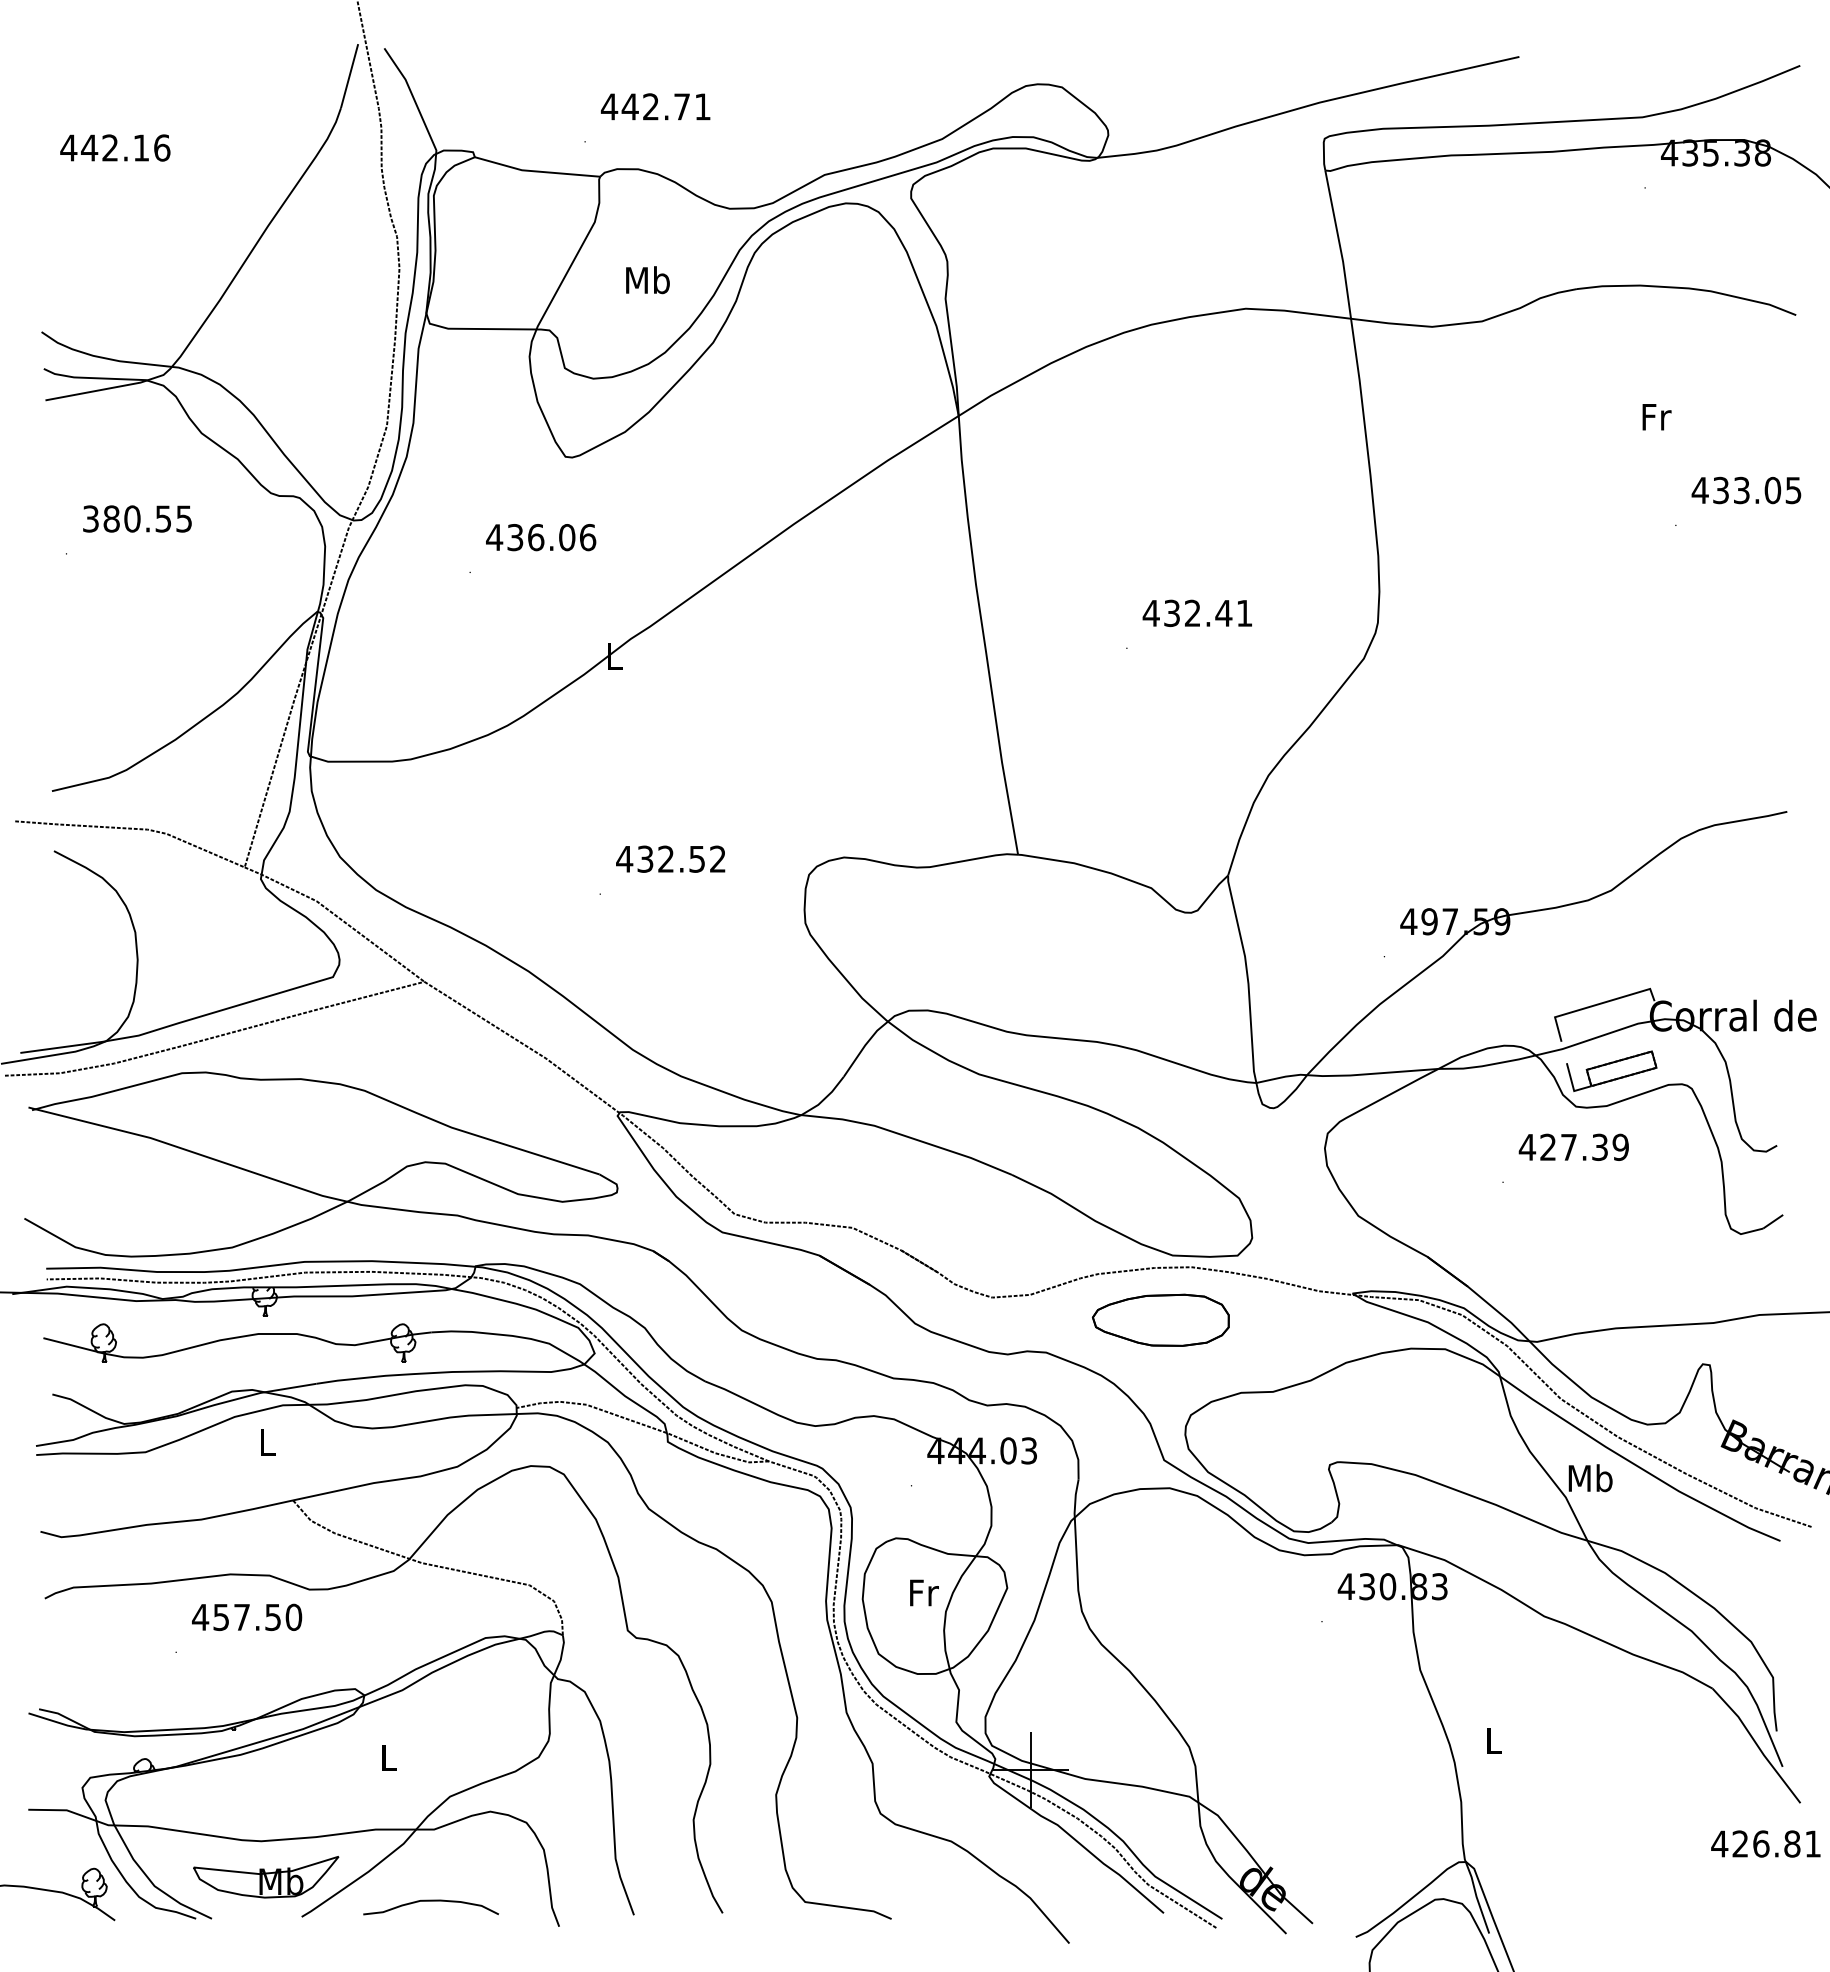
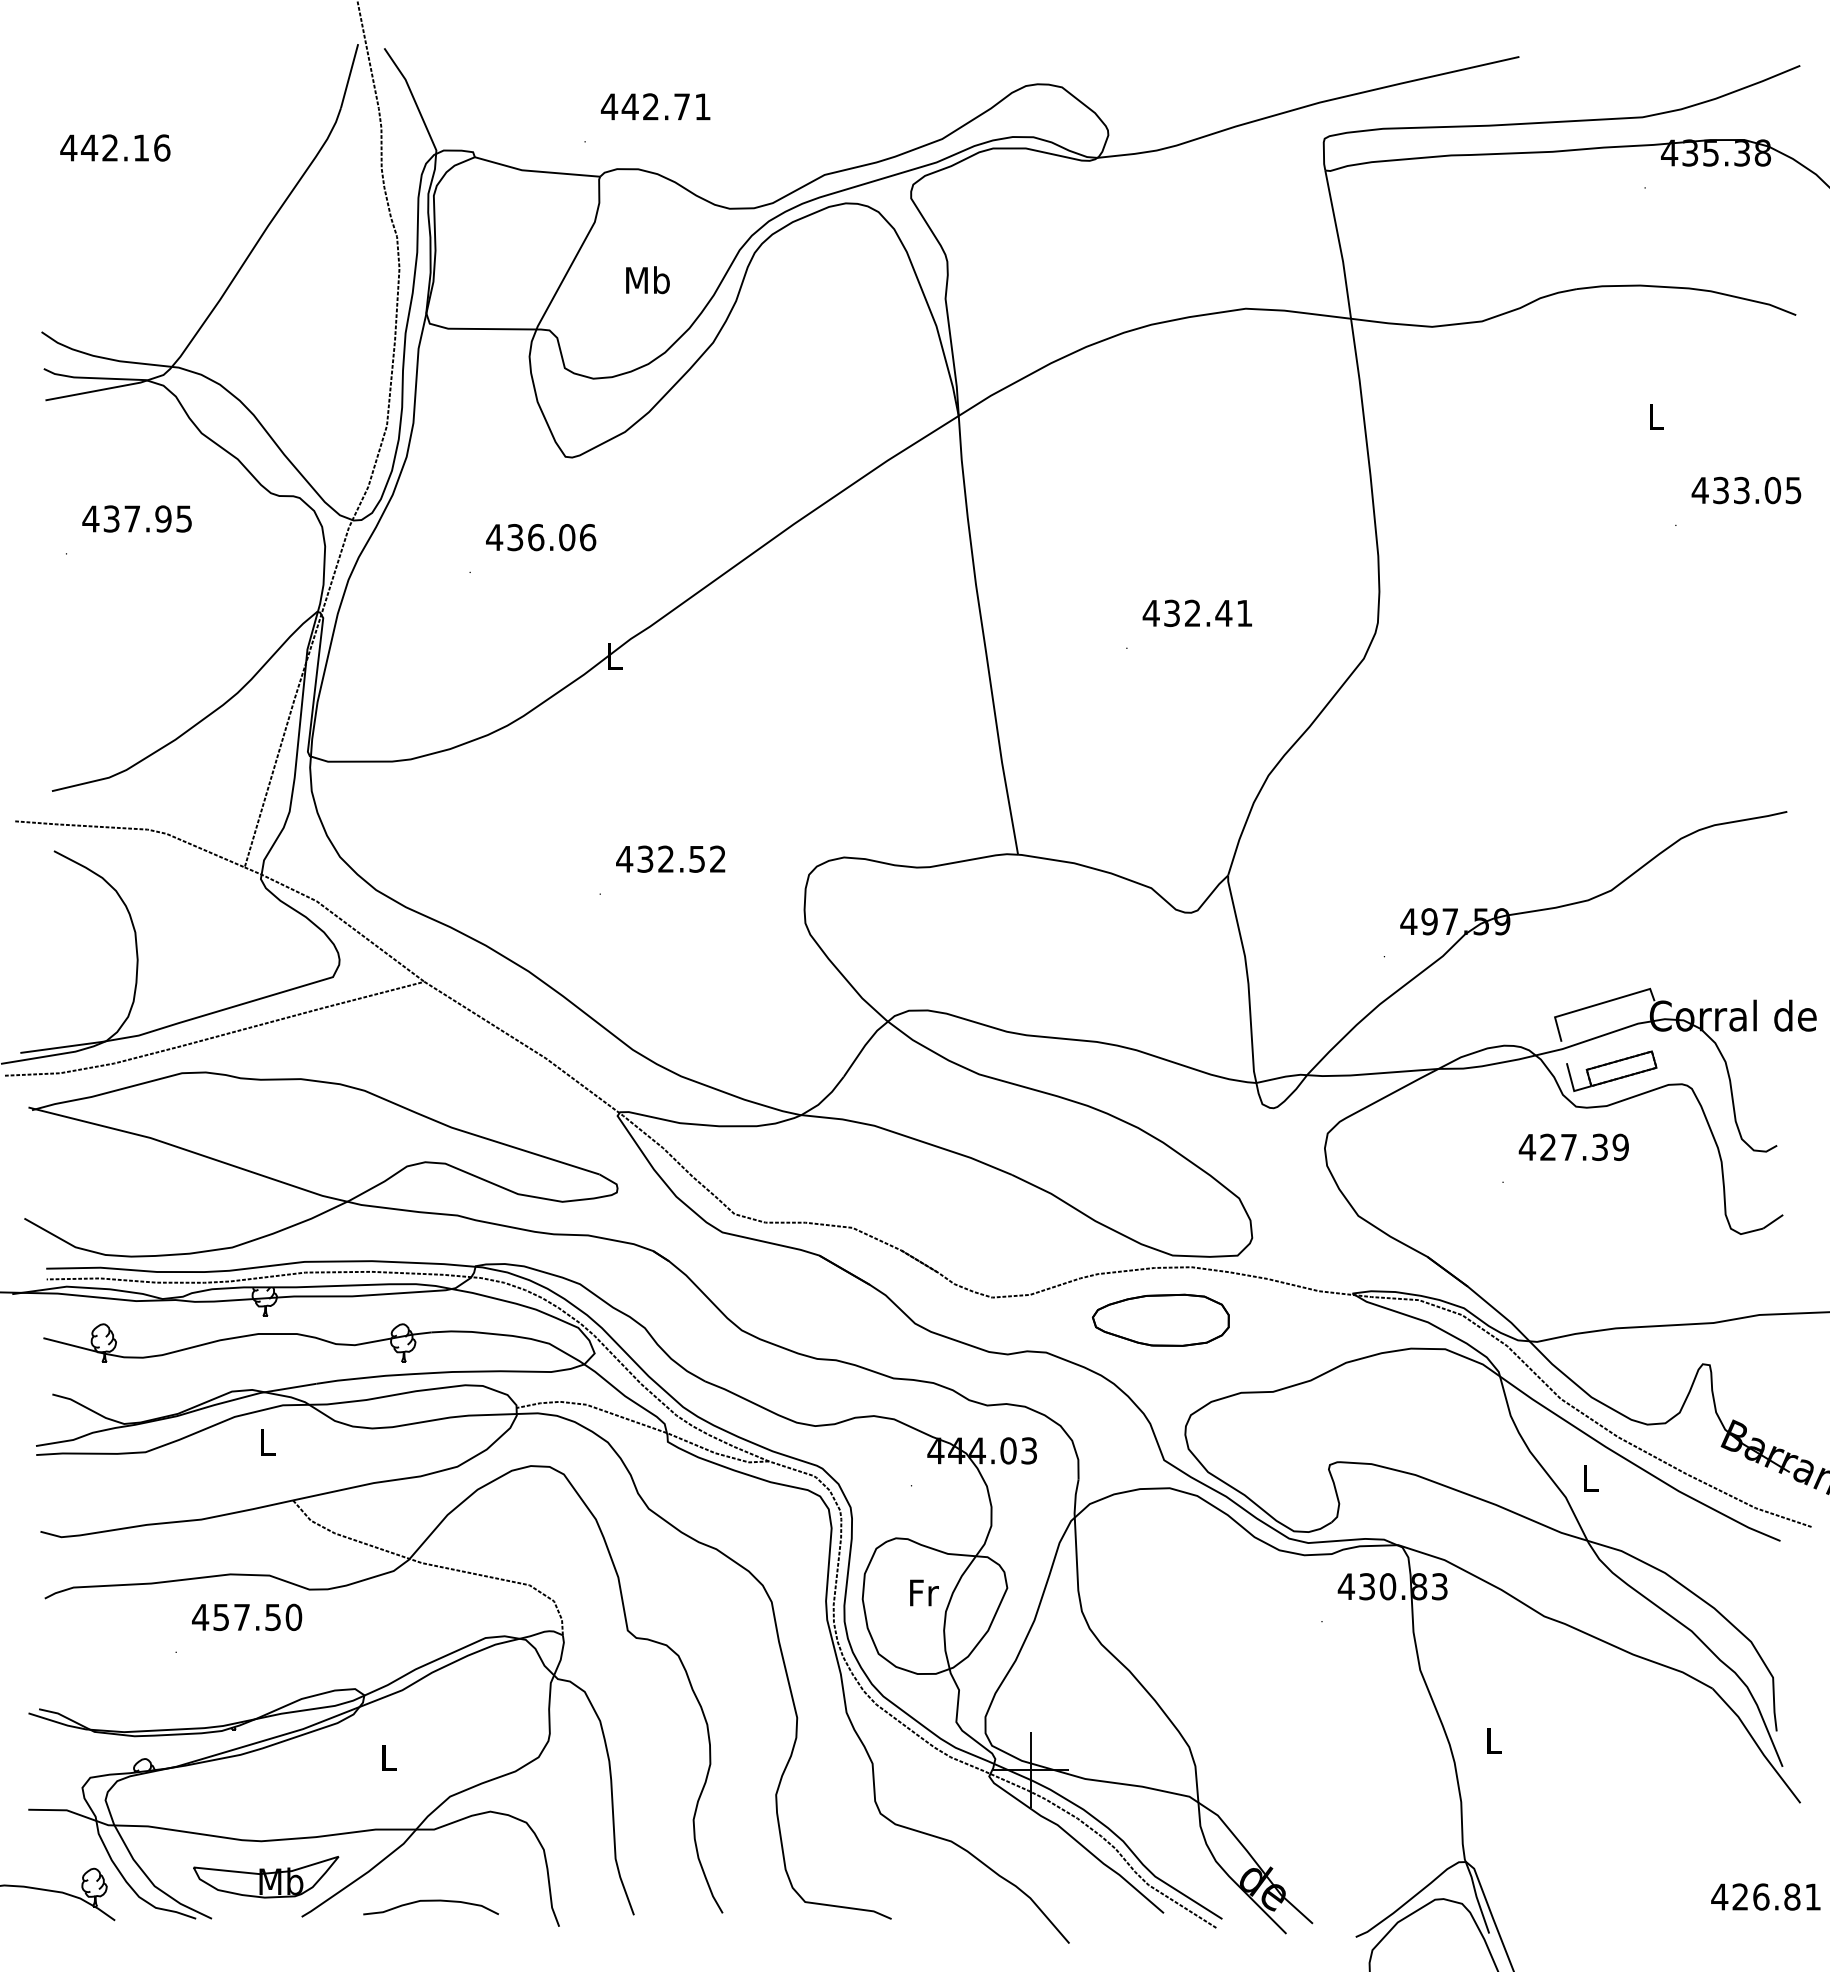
text at (1656, 417): Fr -> L
text at (126, 518): 380.55 -> 437.95
text at (1590, 1478): Mb -> L
text at (1765, 1843) position: (1765, 1843) -> (1765, 1896)
